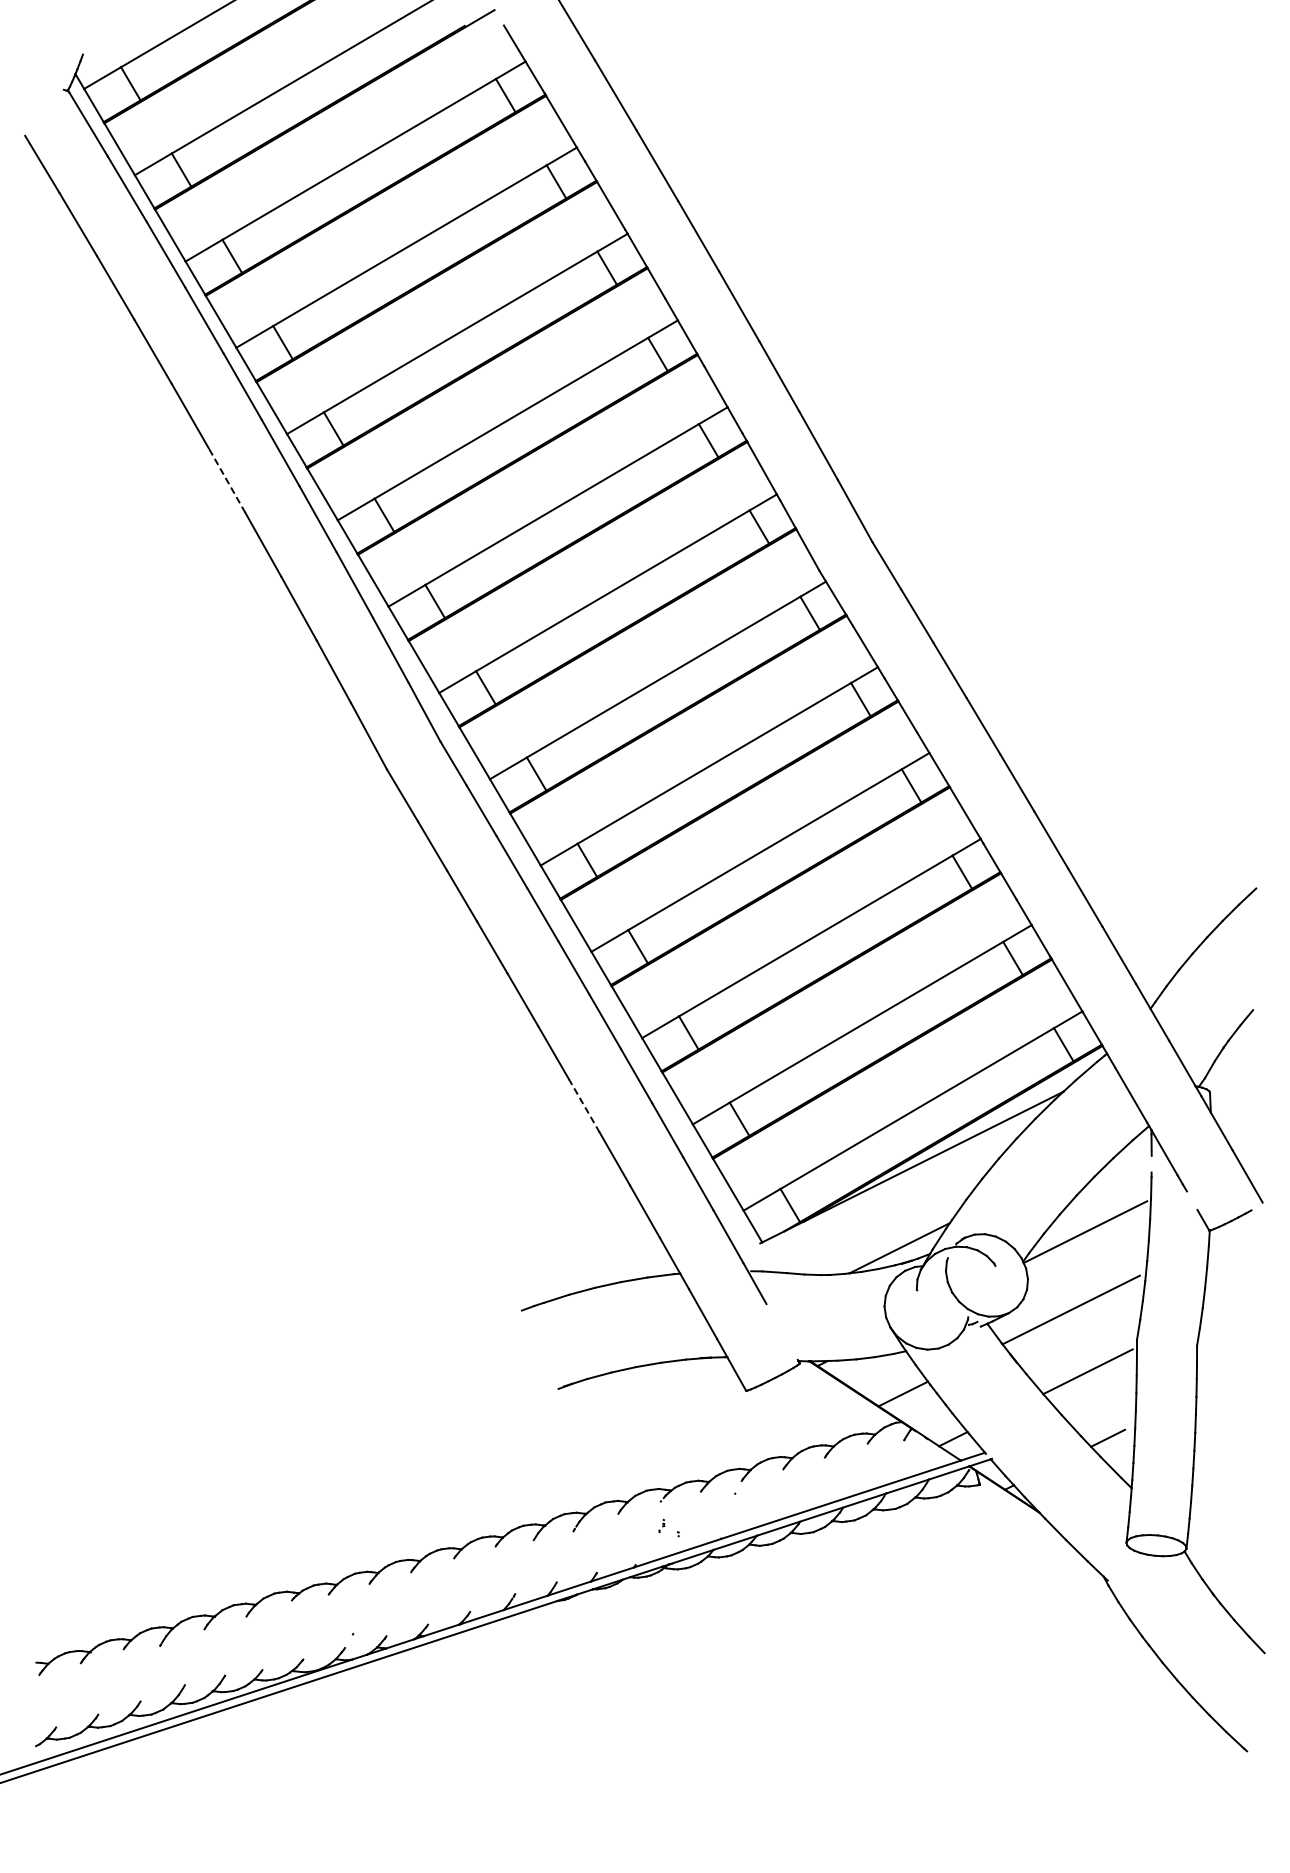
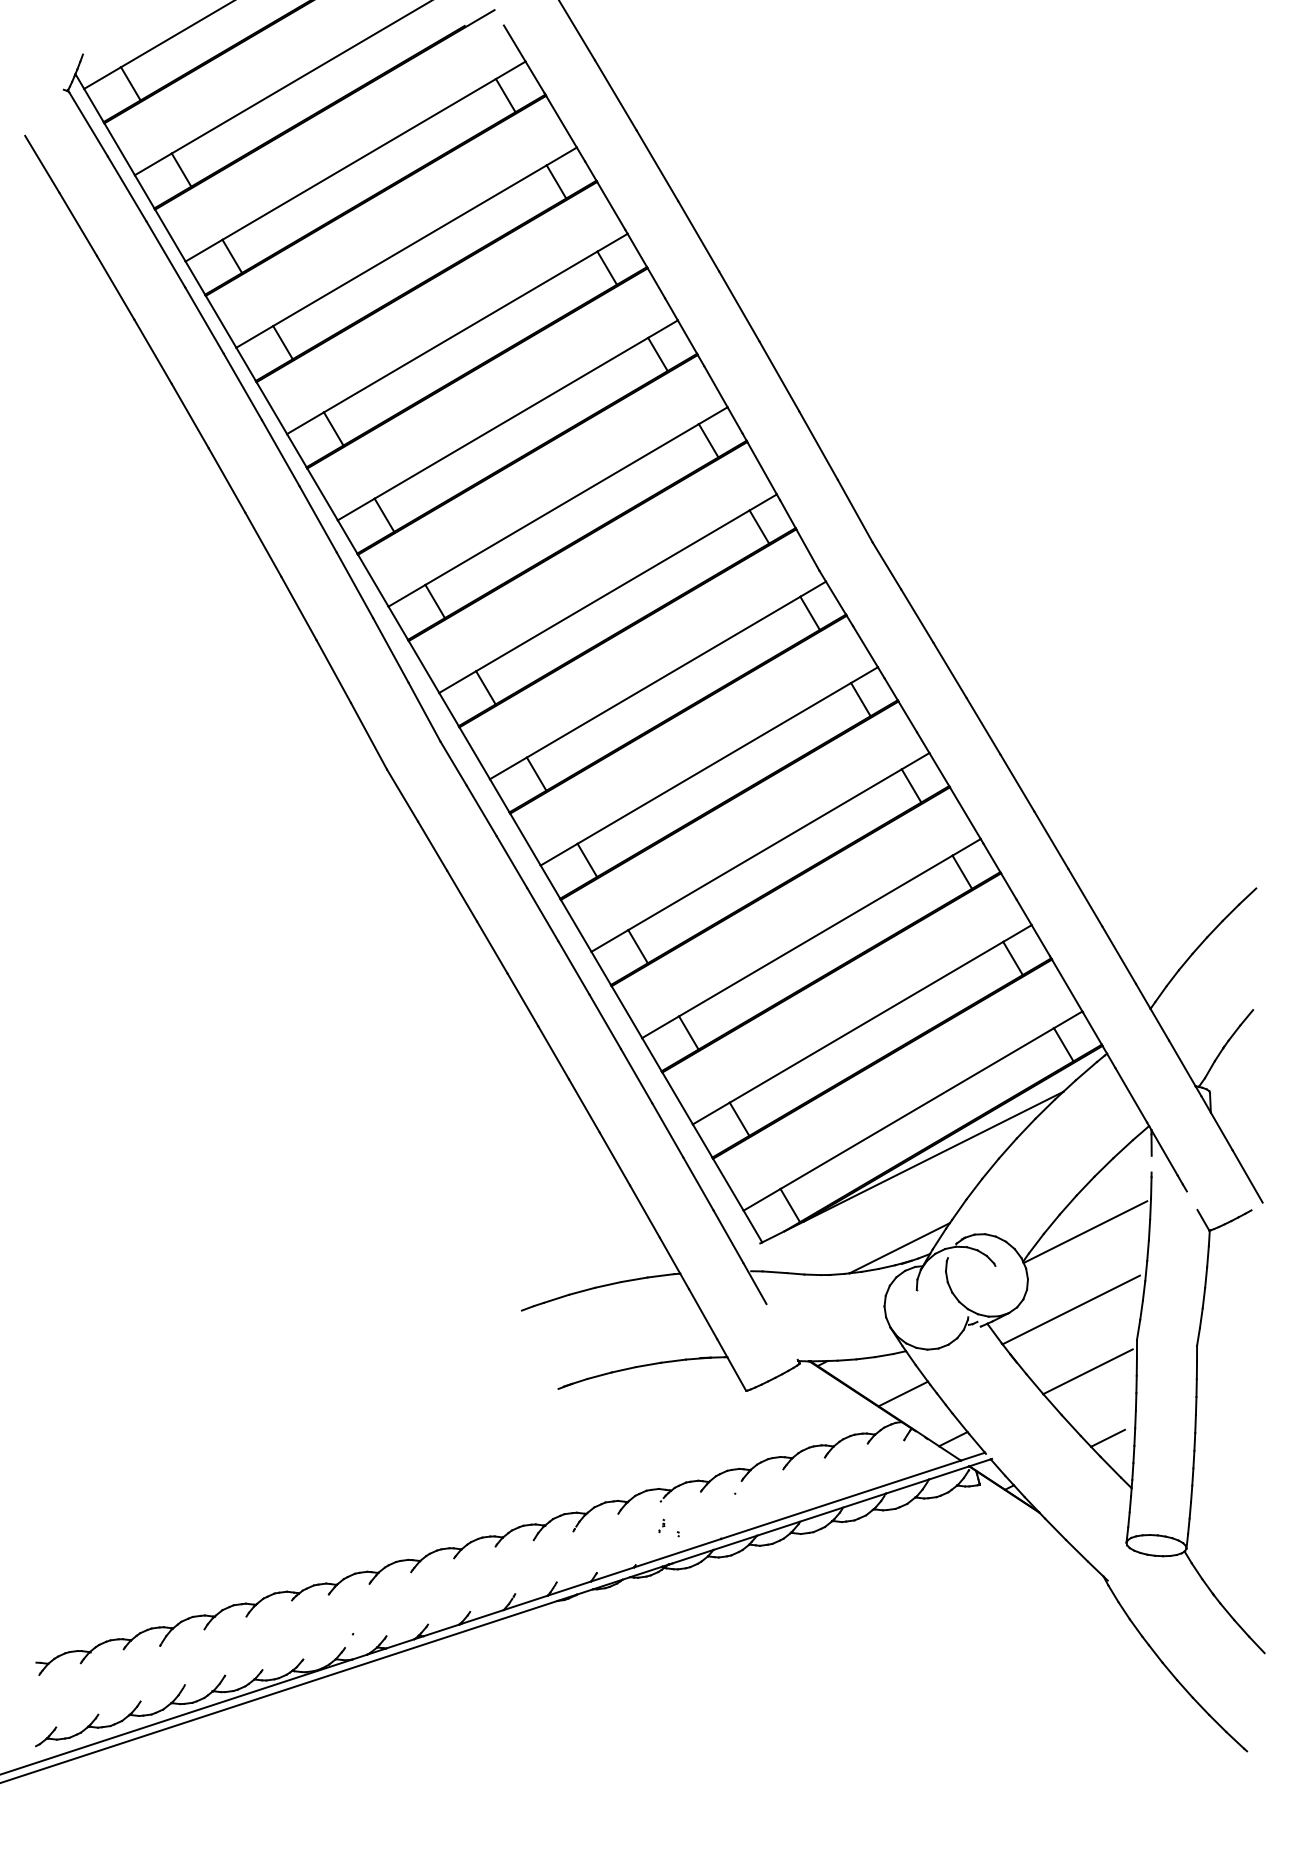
line at (226, 480): dashed -> solid
line at (584, 1105): dashed -> solid
